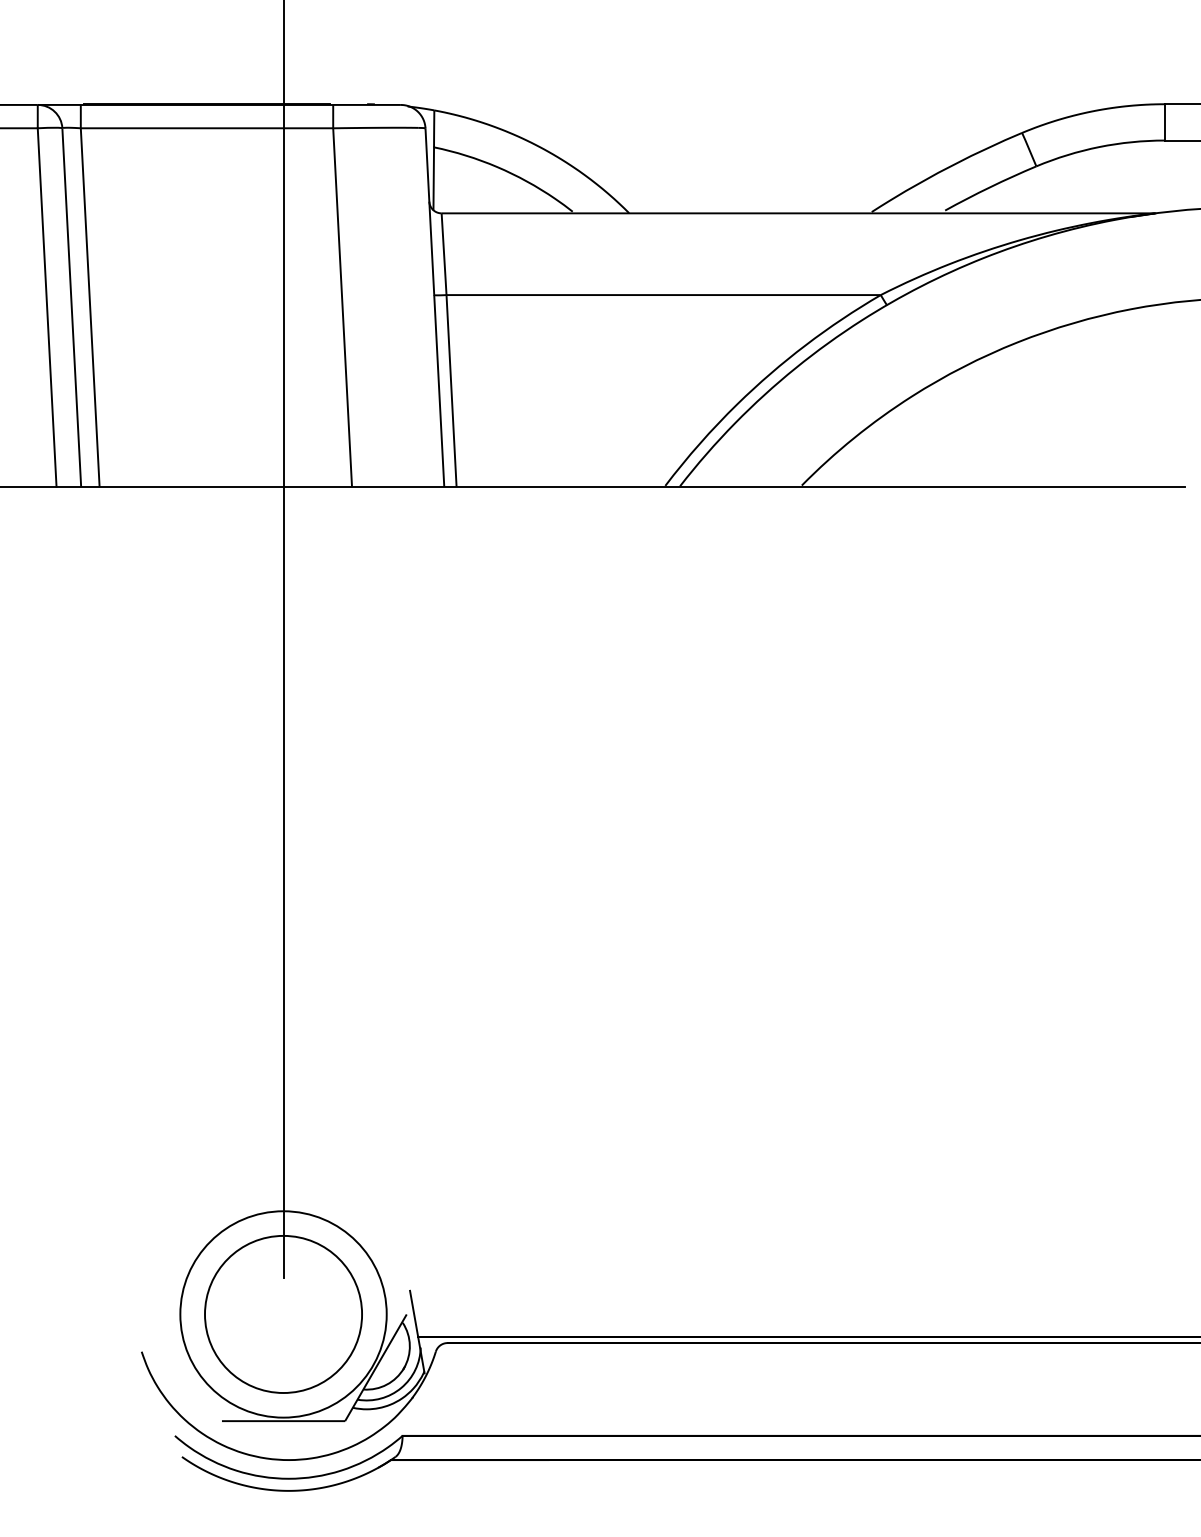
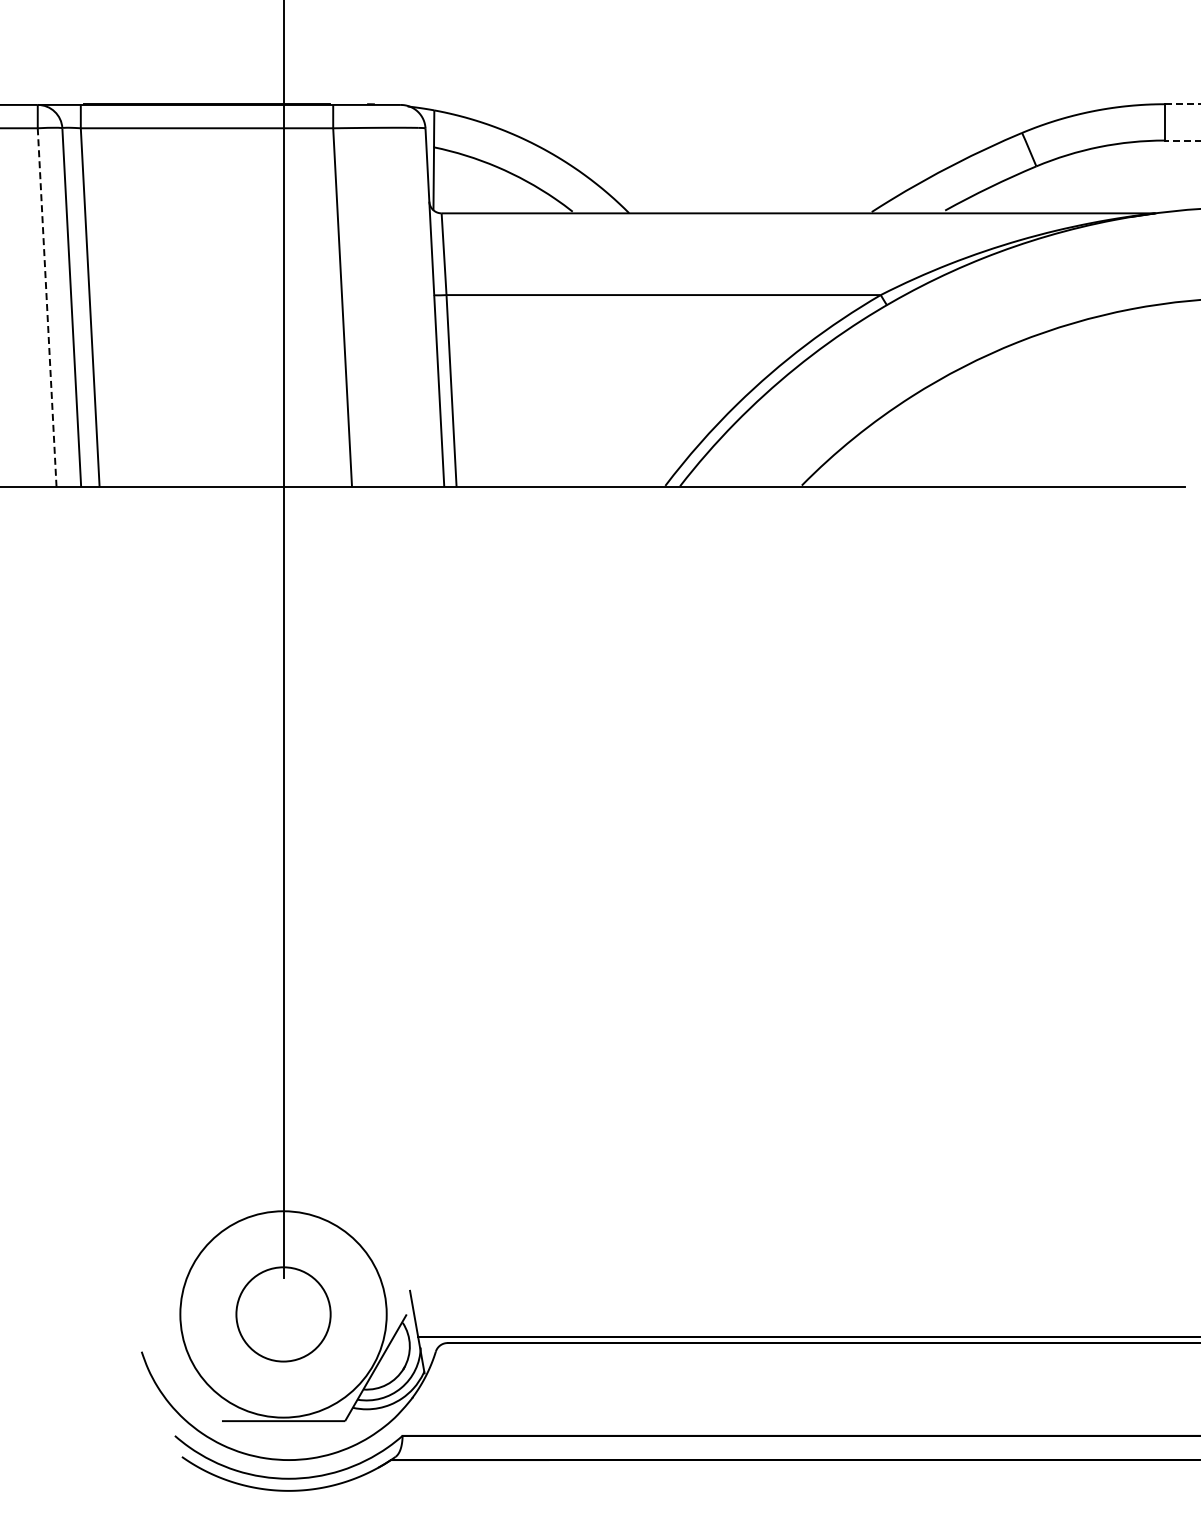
line at (1182, 104): solid -> dashed
line at (1182, 140): solid -> dashed
line at (47, 307): solid -> dashed
circle at (283, 1313) diameter: 157 px -> 94 px
